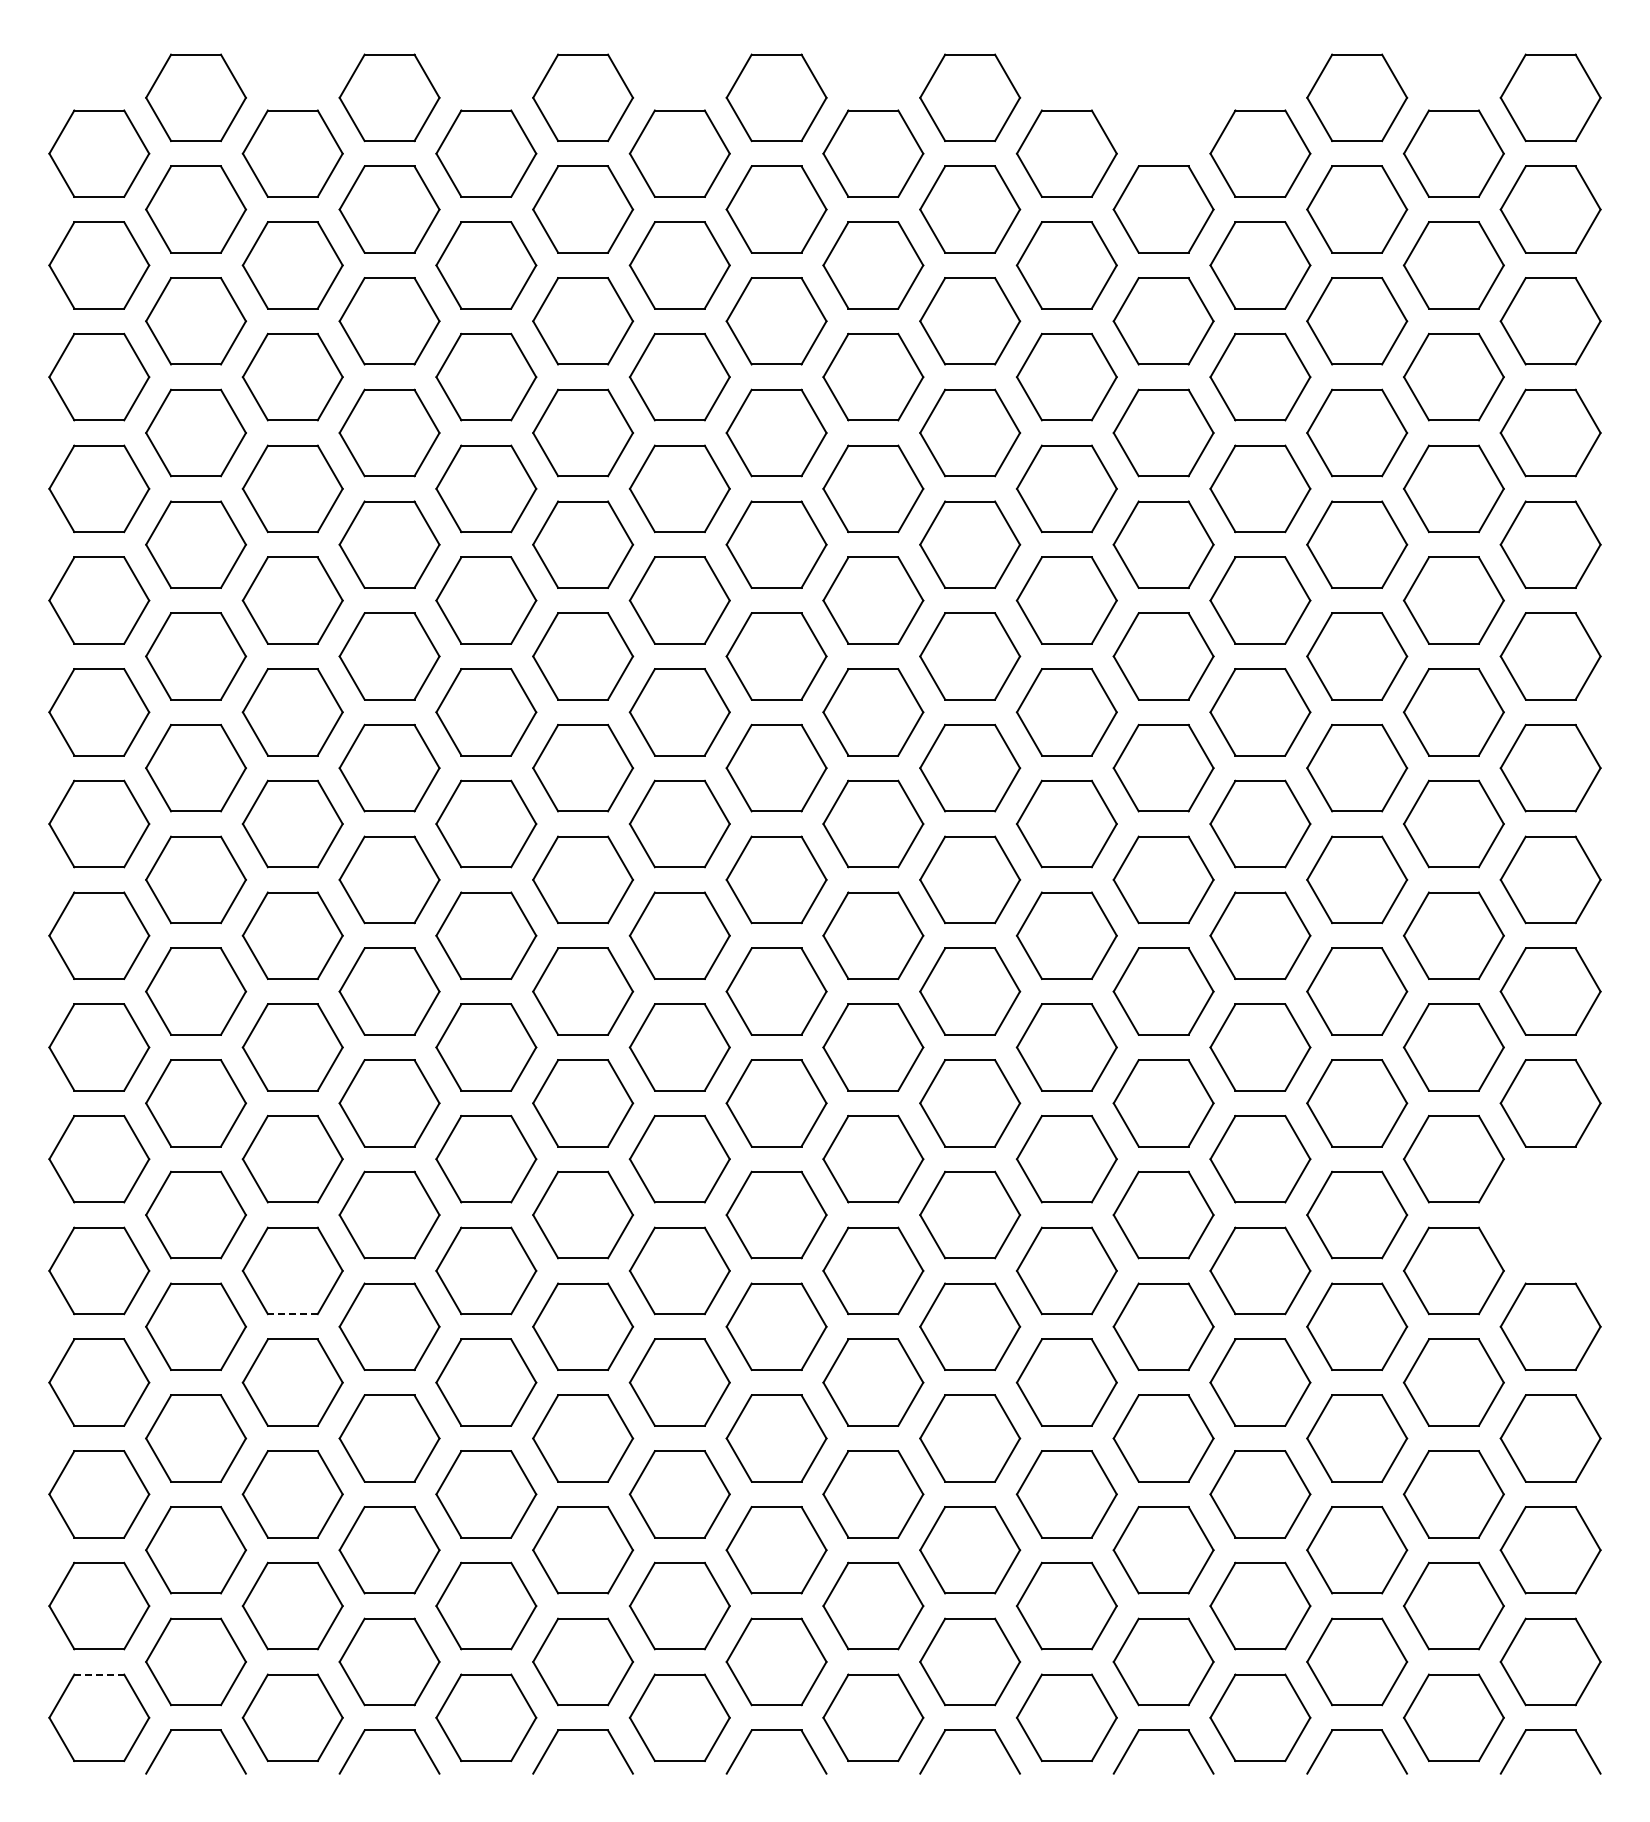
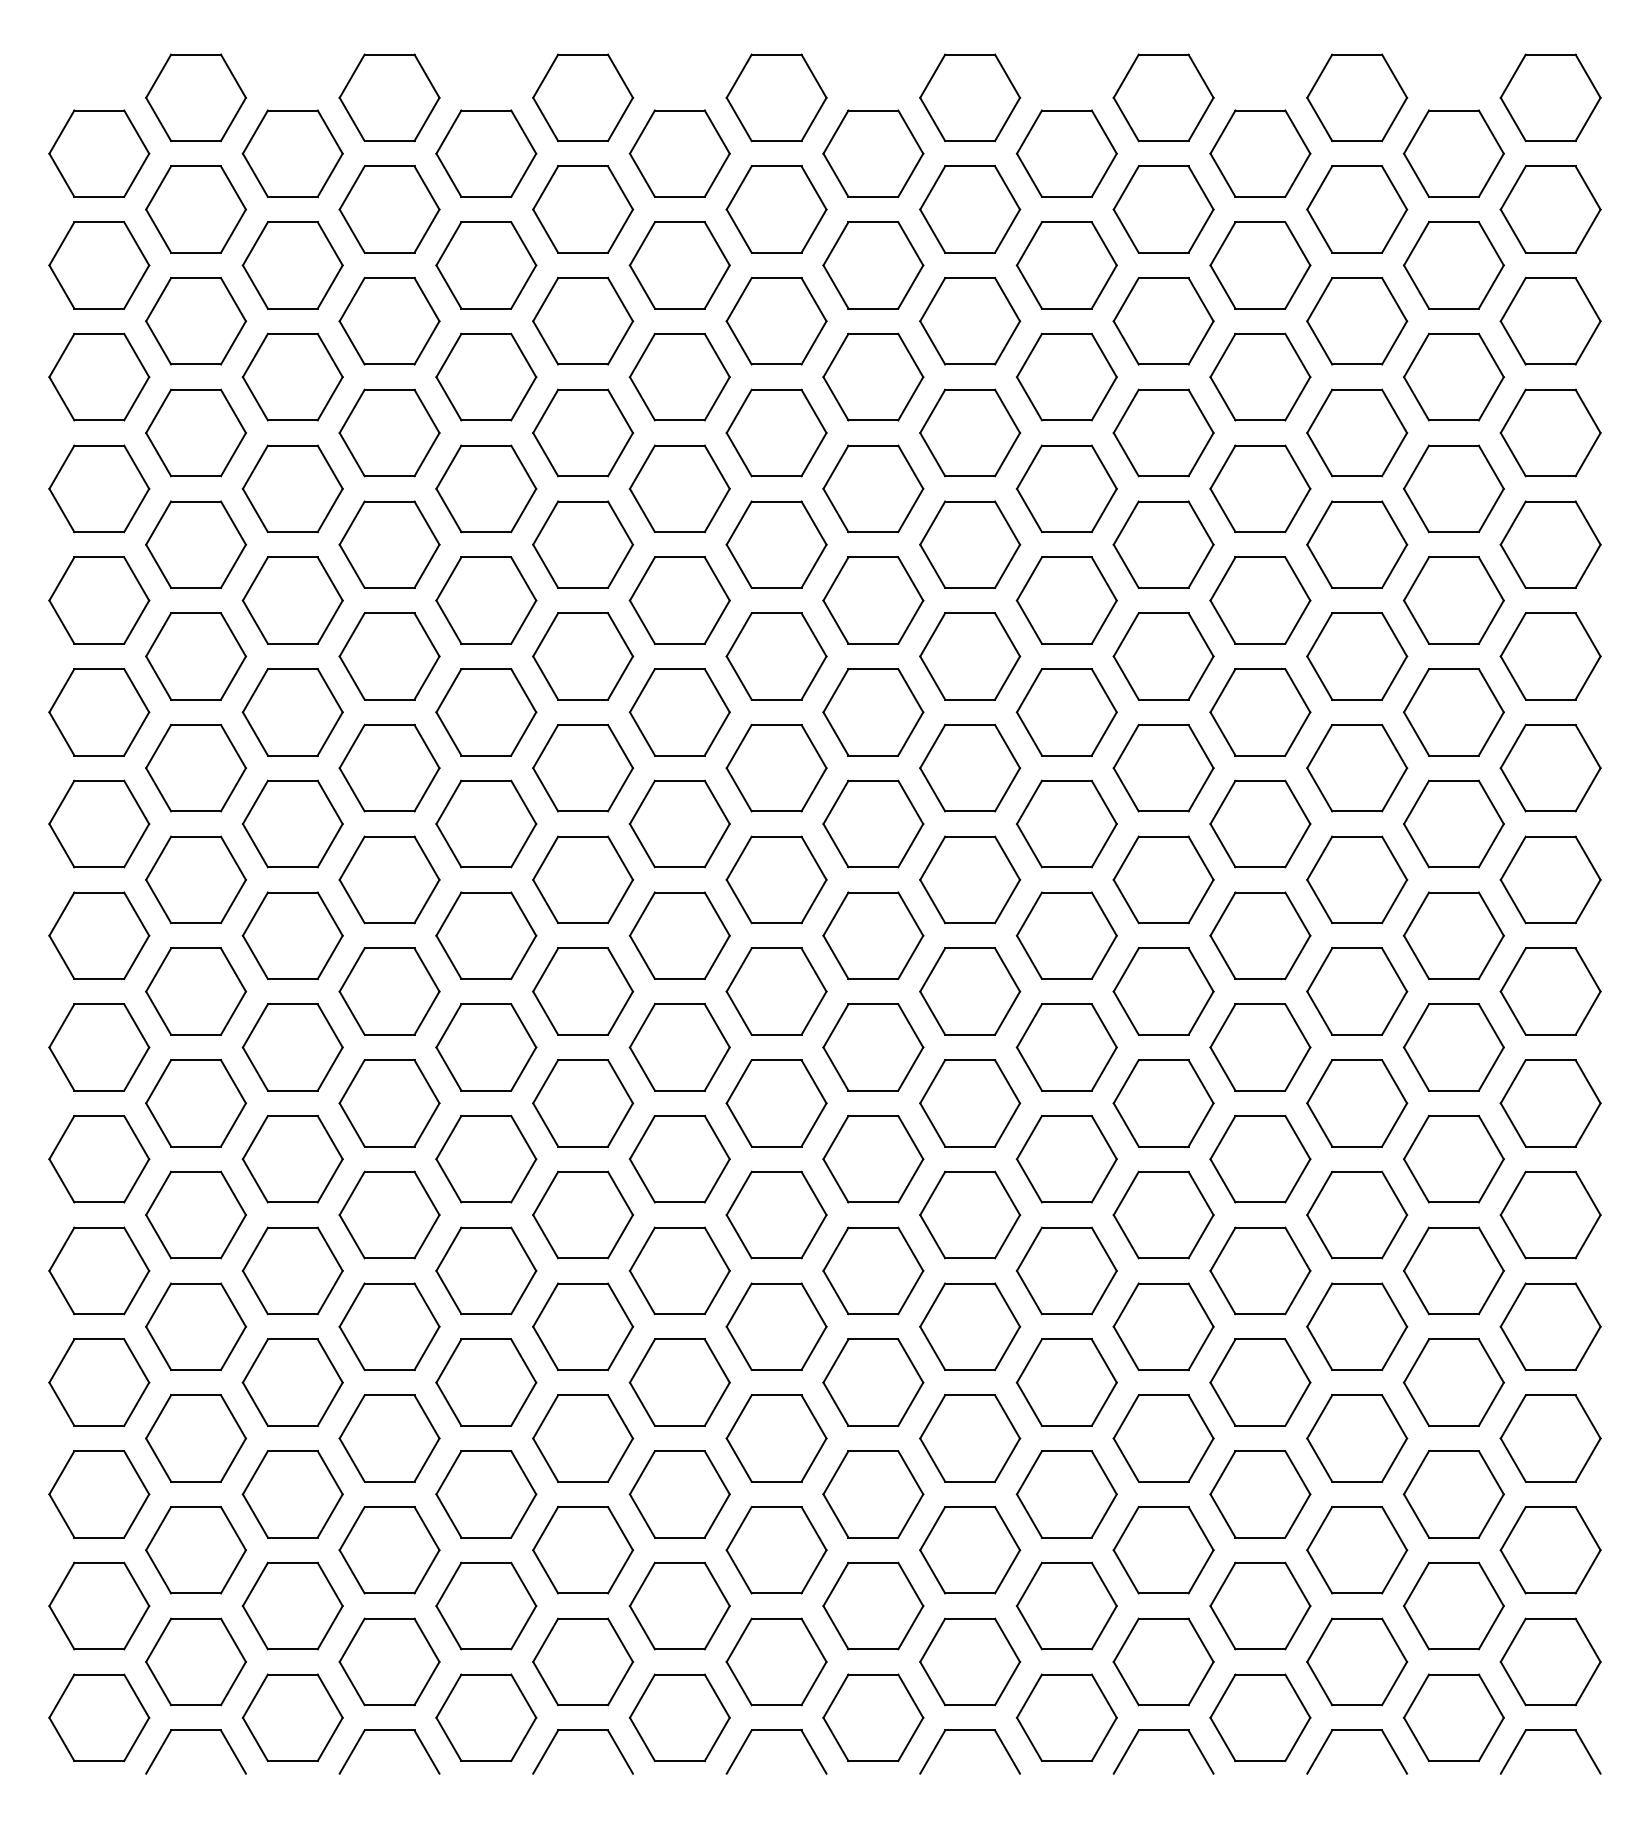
part at (1163, 97): none -> present
part at (1550, 1214): none -> present
line at (292, 1314): dashed -> solid
line at (99, 1674): dashed -> solid
